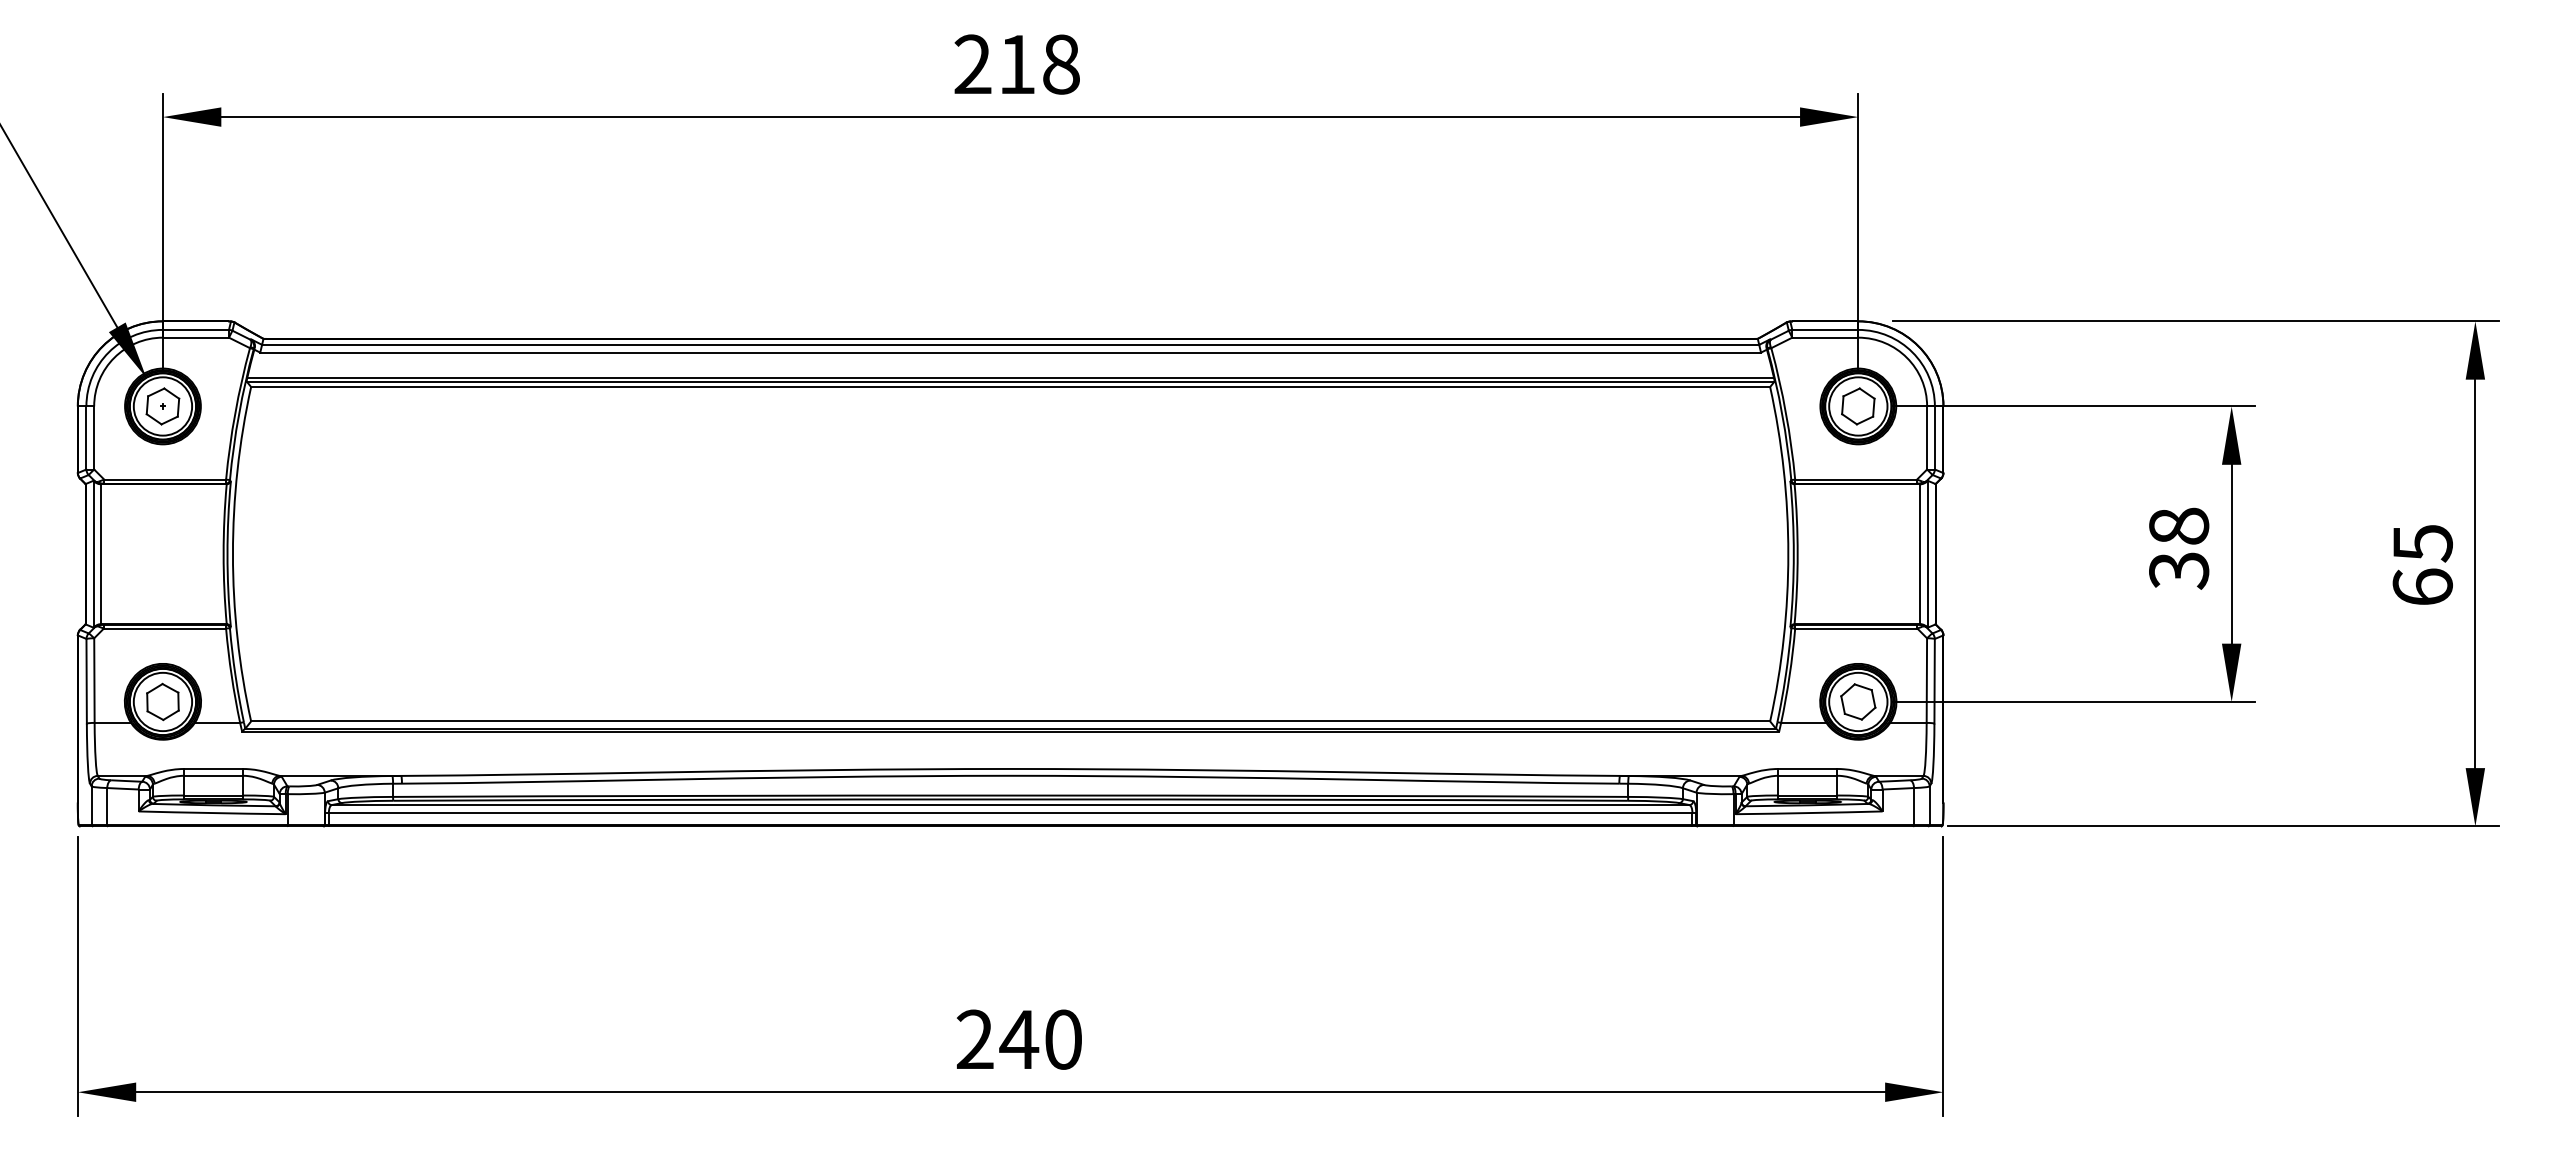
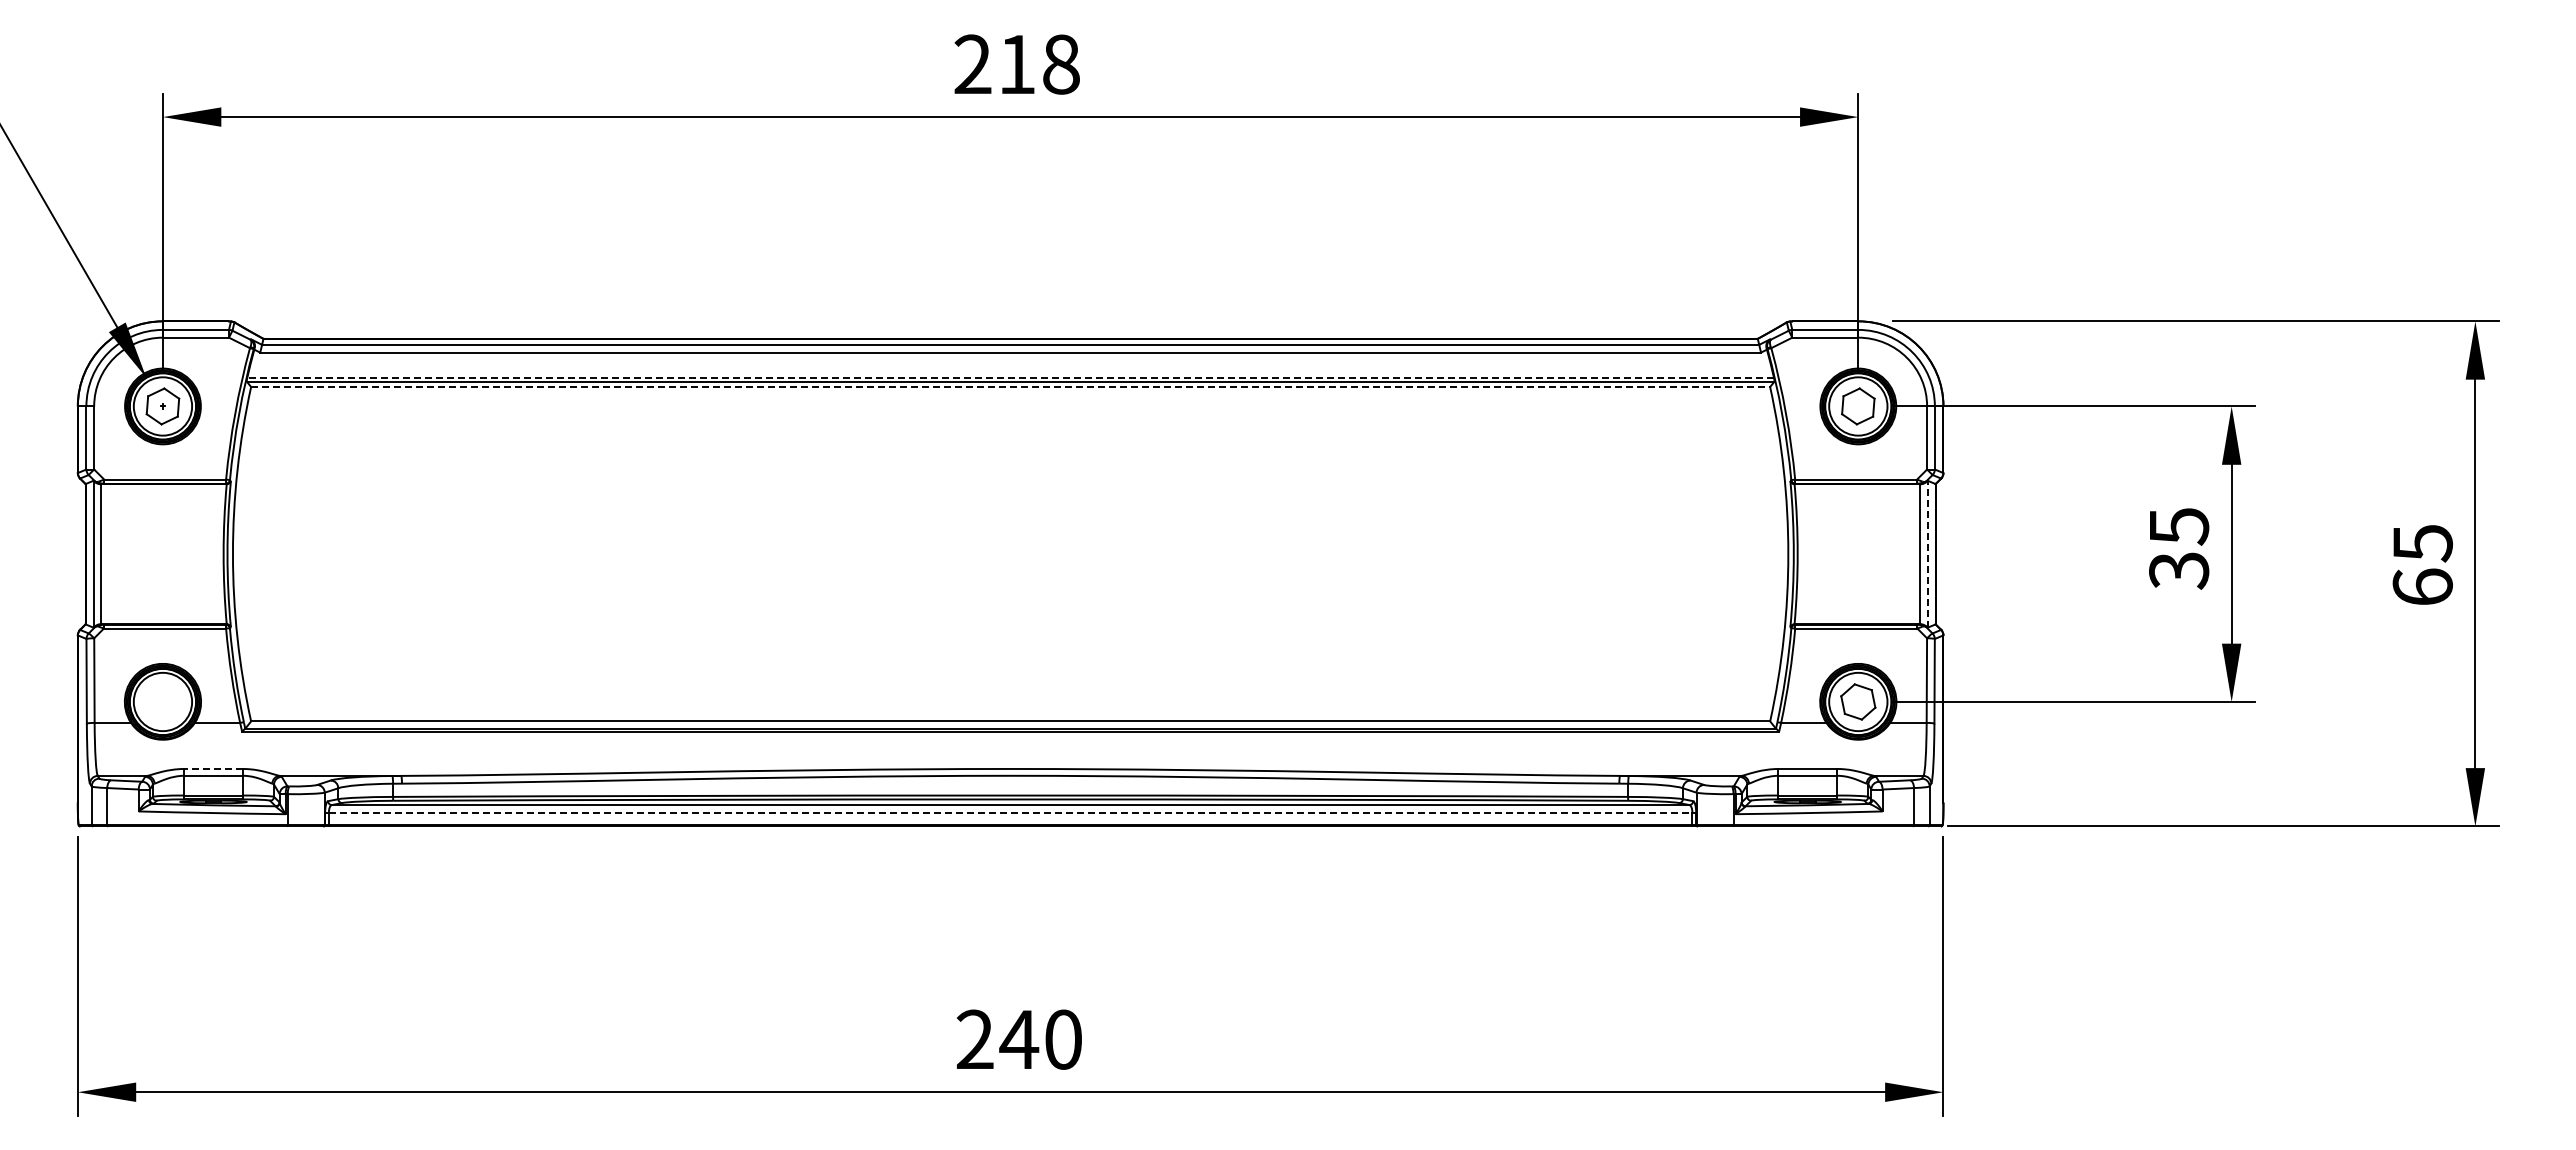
line at (1010, 377): solid -> dashed
line at (1010, 387): solid -> dashed
text at (2179, 526): 38 -> 35
line at (1927, 553): solid -> dashed
part at (162, 701): present -> none
line at (212, 768): solid -> dashed
line at (1010, 812): solid -> dashed
